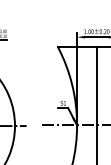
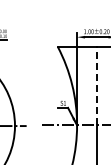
line at (96, 85): solid -> dashed
